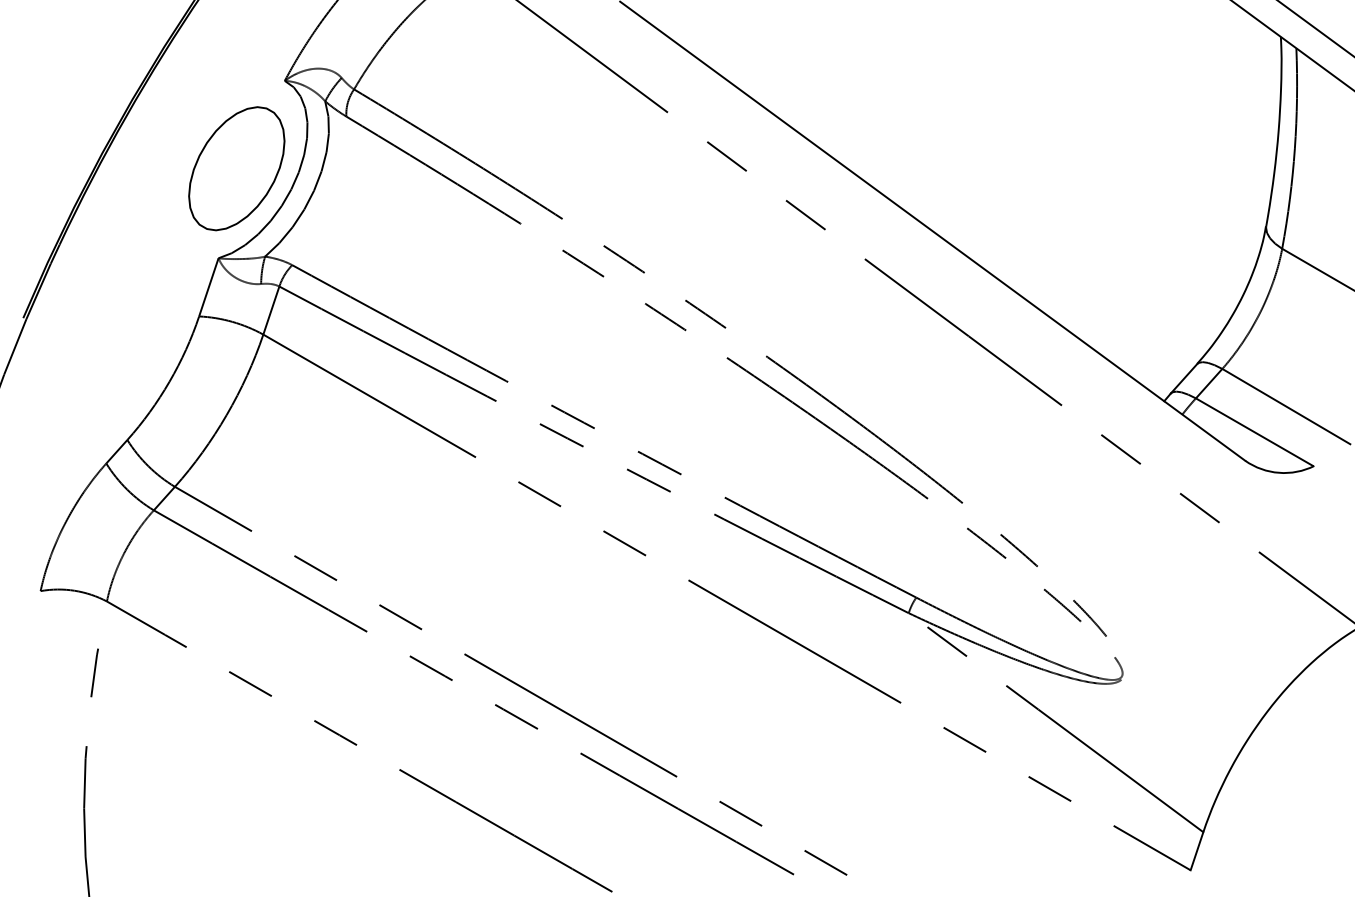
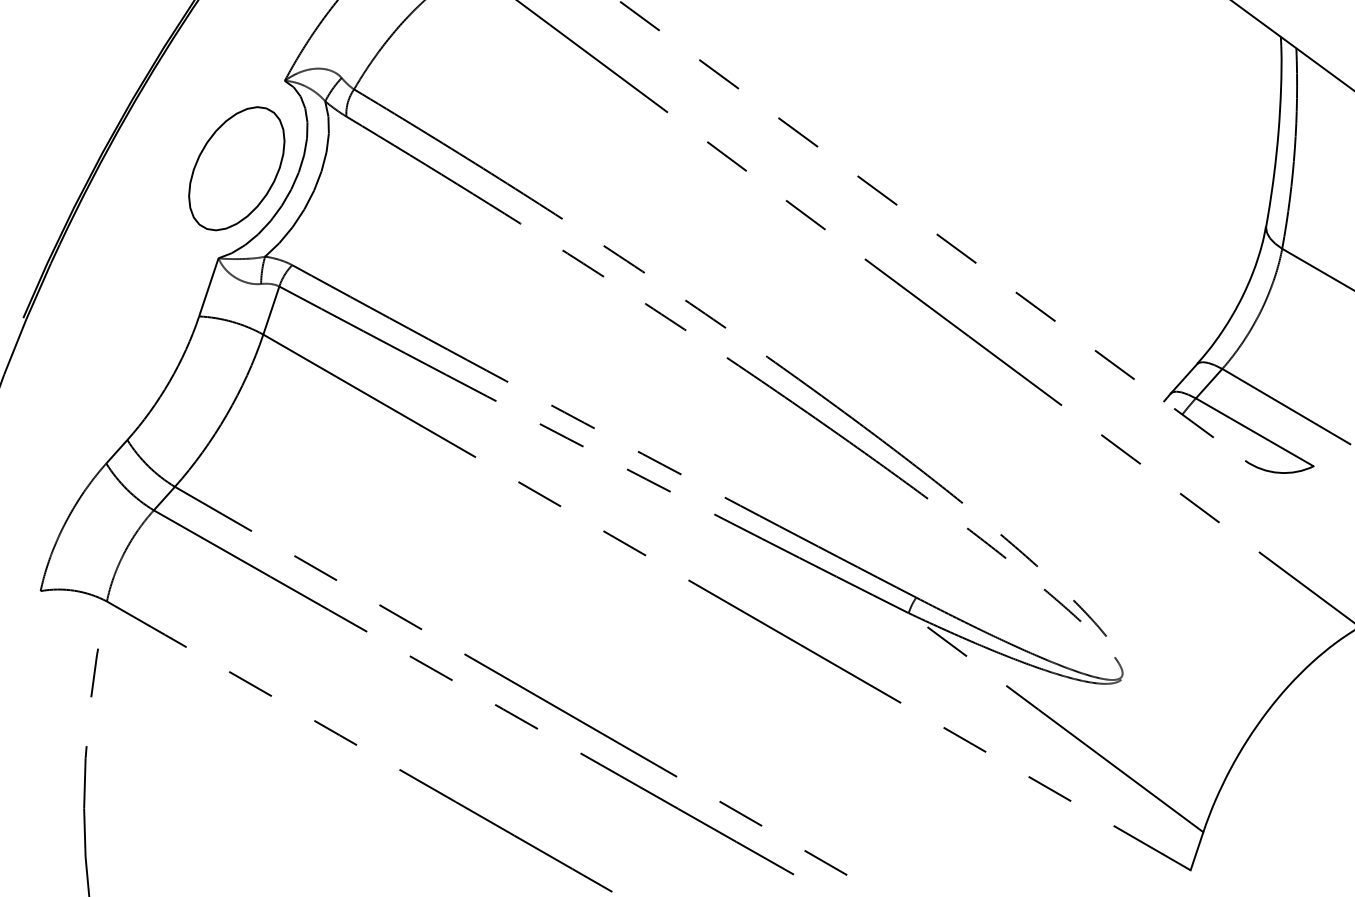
line at (1315, 28): present -> none
line at (932, 231): solid -> dashed
